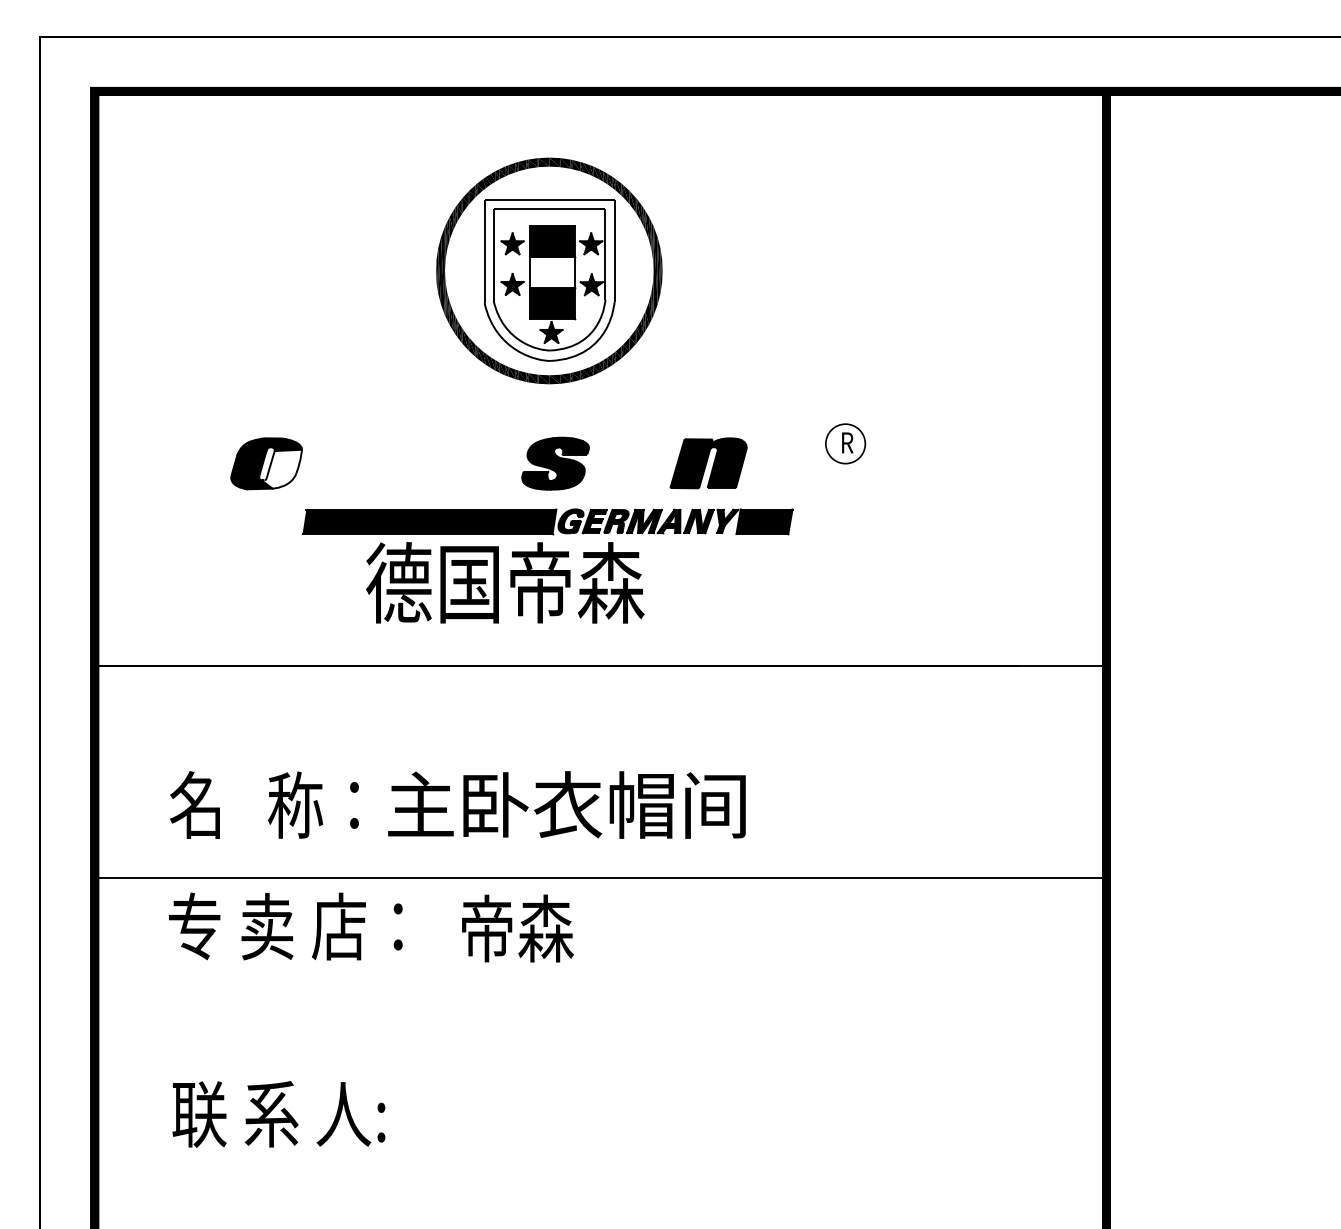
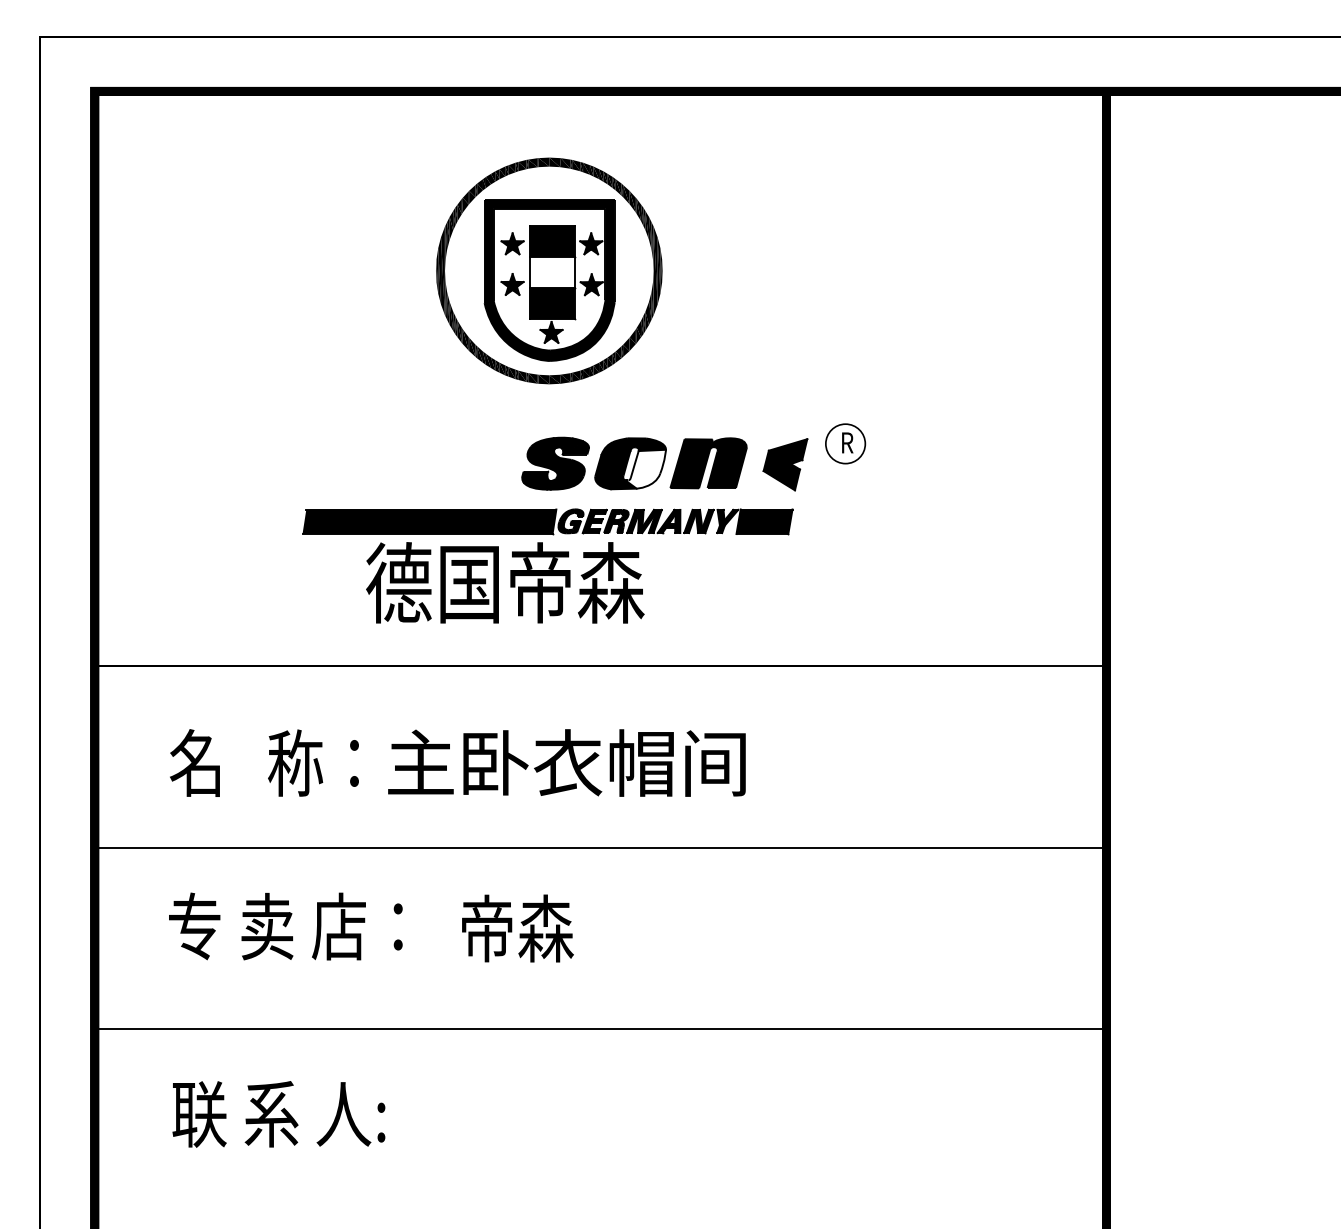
fill at (549, 280): none -> present
part at (266, 463) position: (266, 463) -> (630, 463)
part at (785, 464): none -> present
text at (457, 804) position: (457, 804) -> (457, 762)
line at (600, 877) position: (600, 877) -> (600, 847)
line at (603, 1029): none -> present
